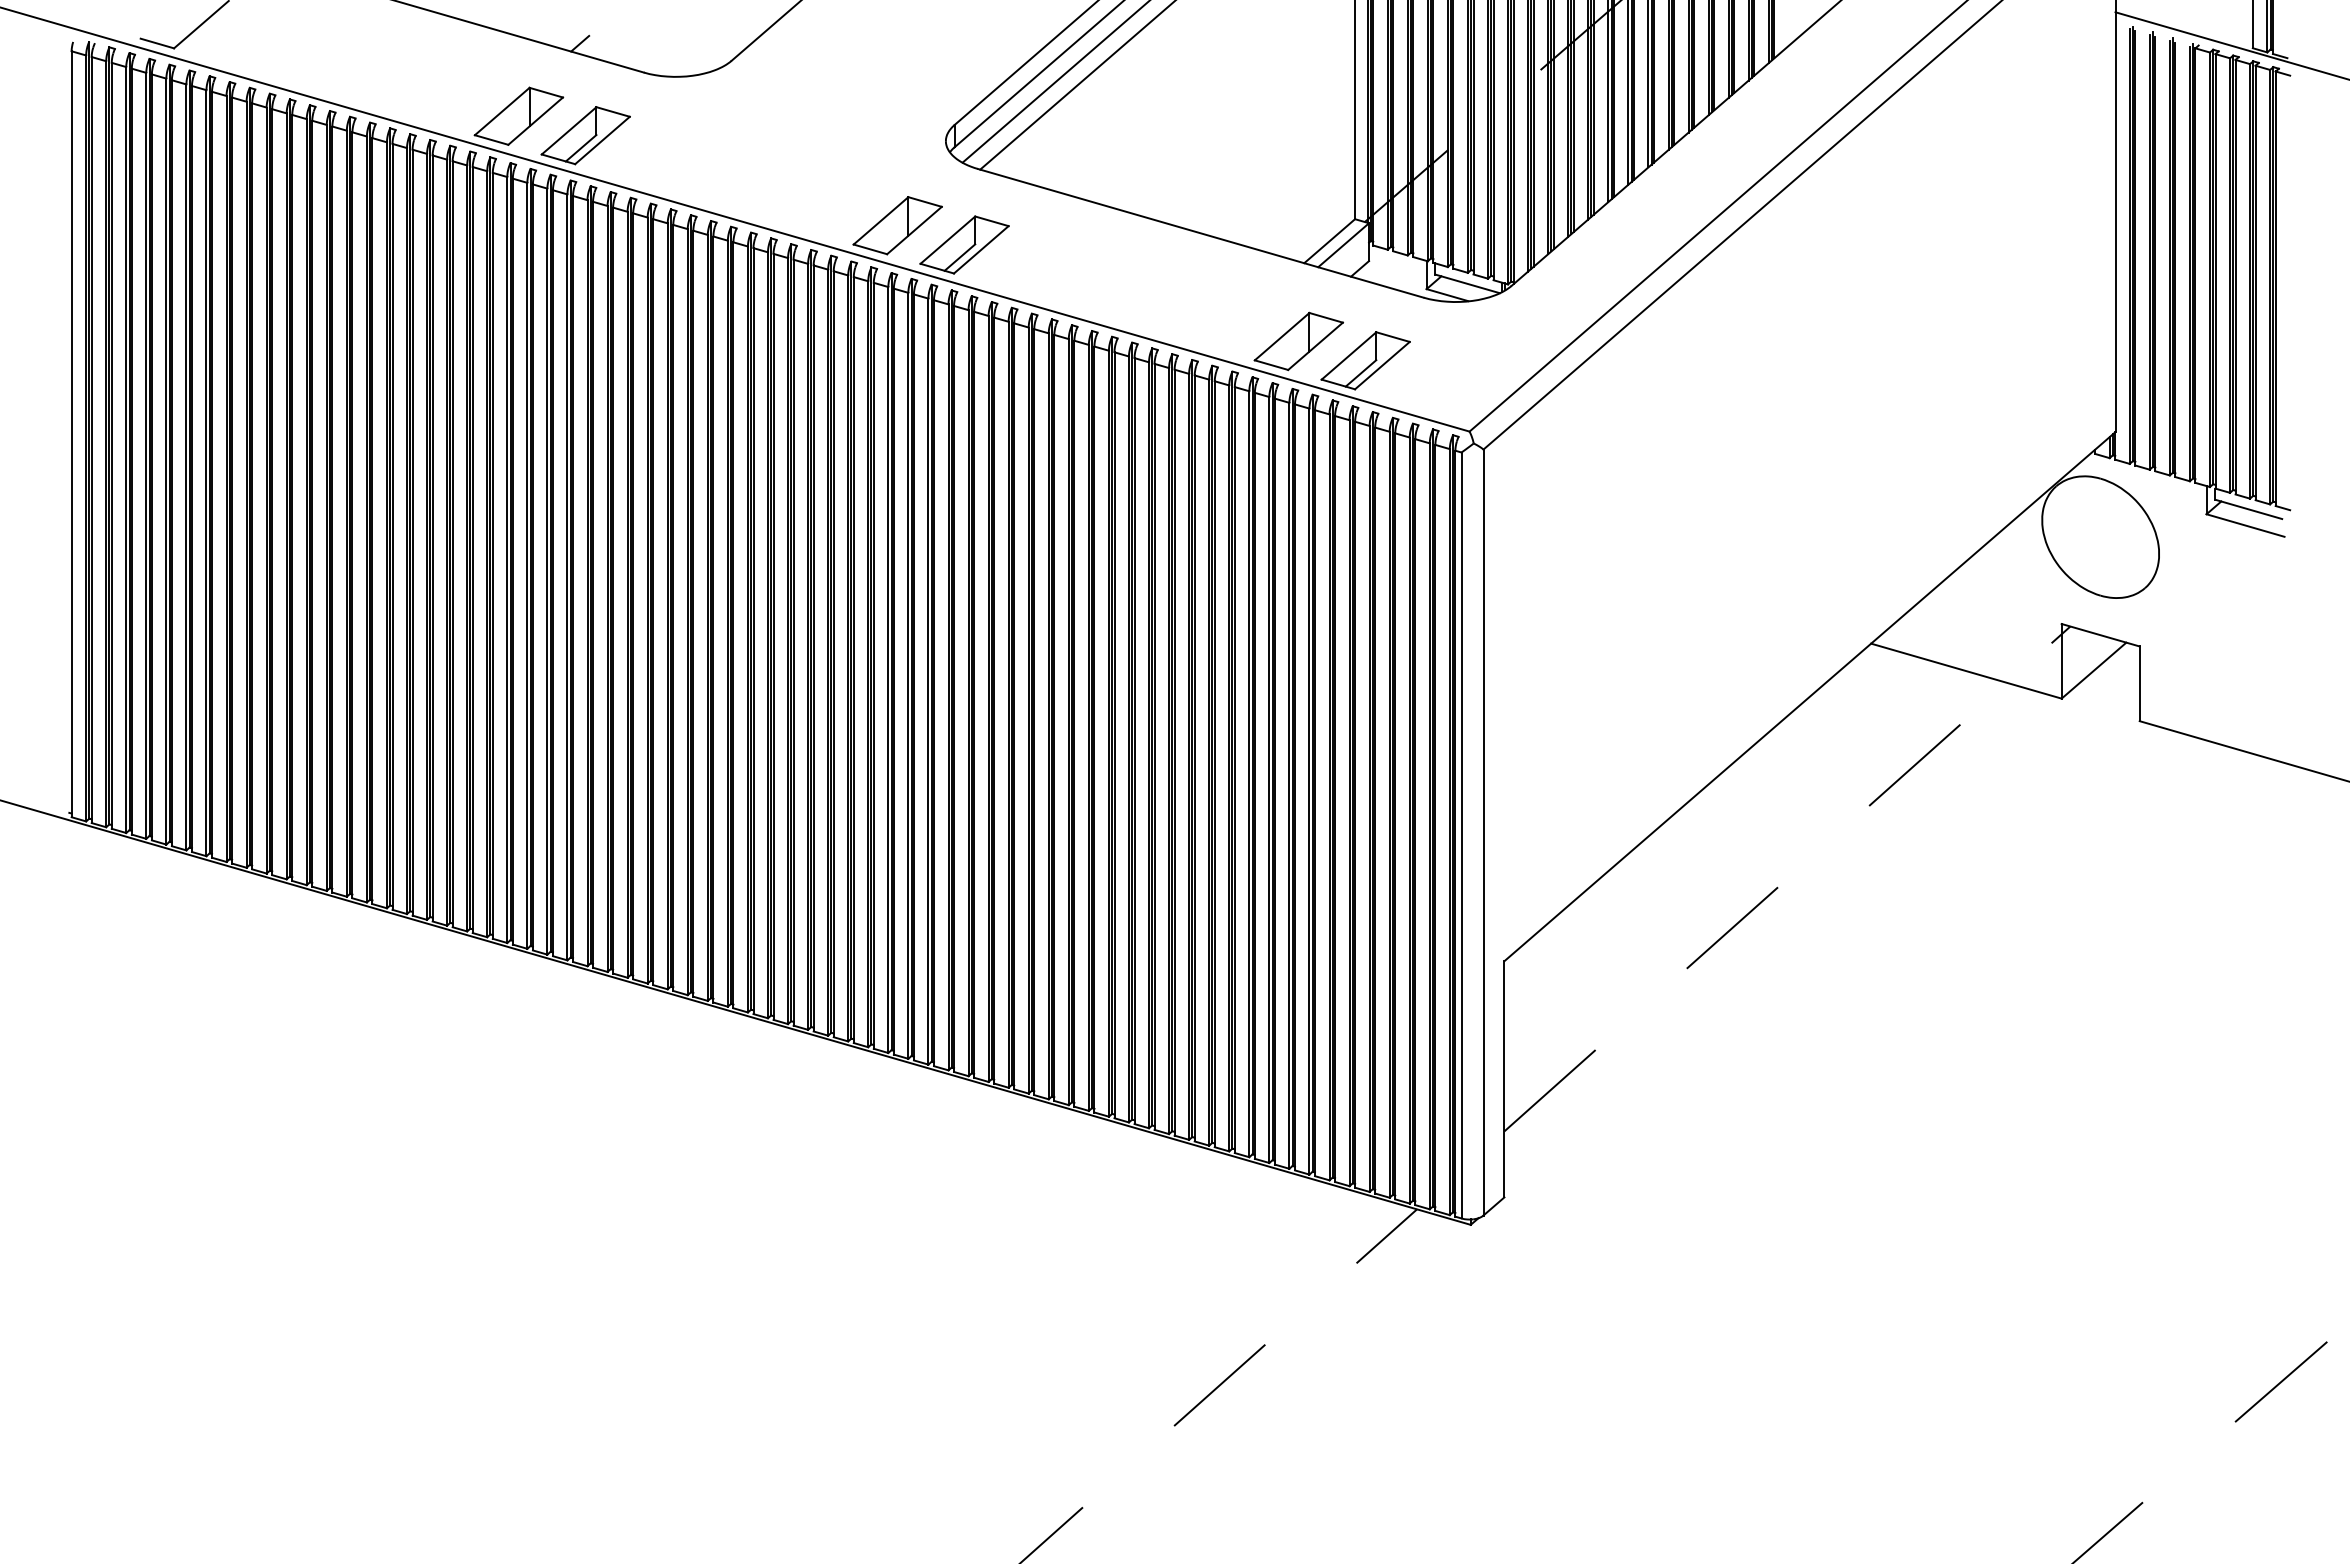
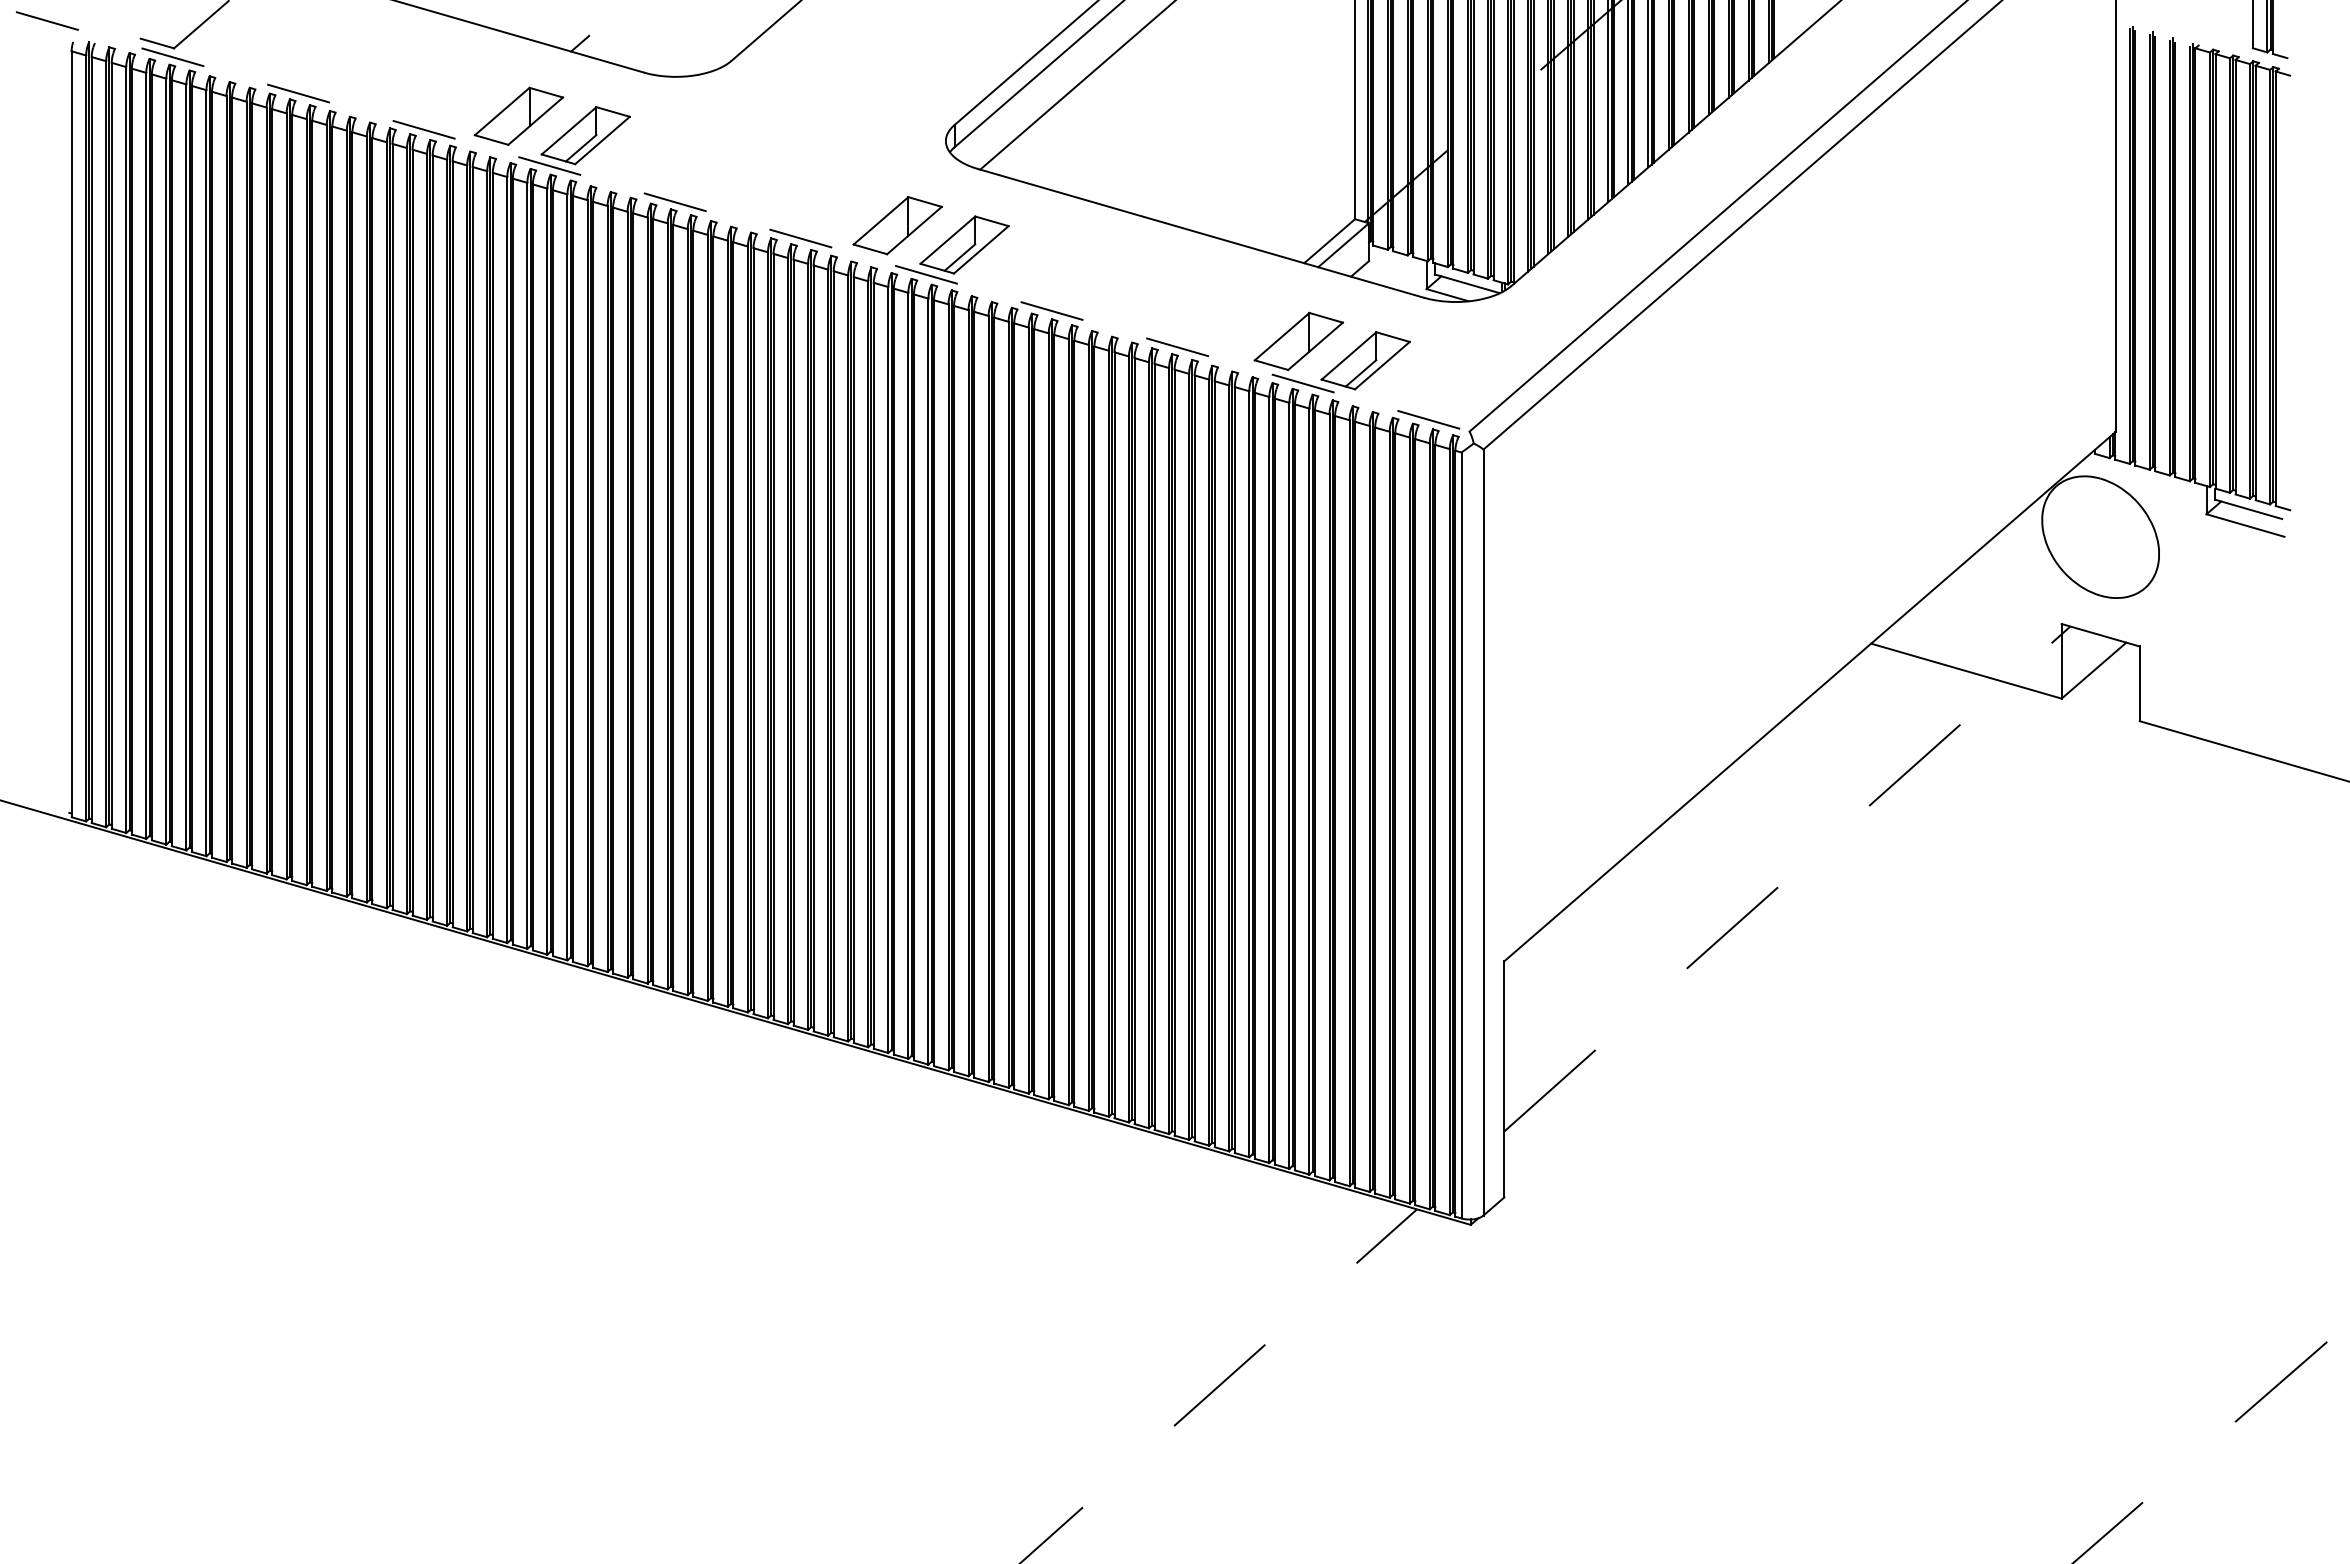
line at (2230, 45): present -> none
line at (1055, 82): present -> none
line at (734, 219): solid -> dashed
